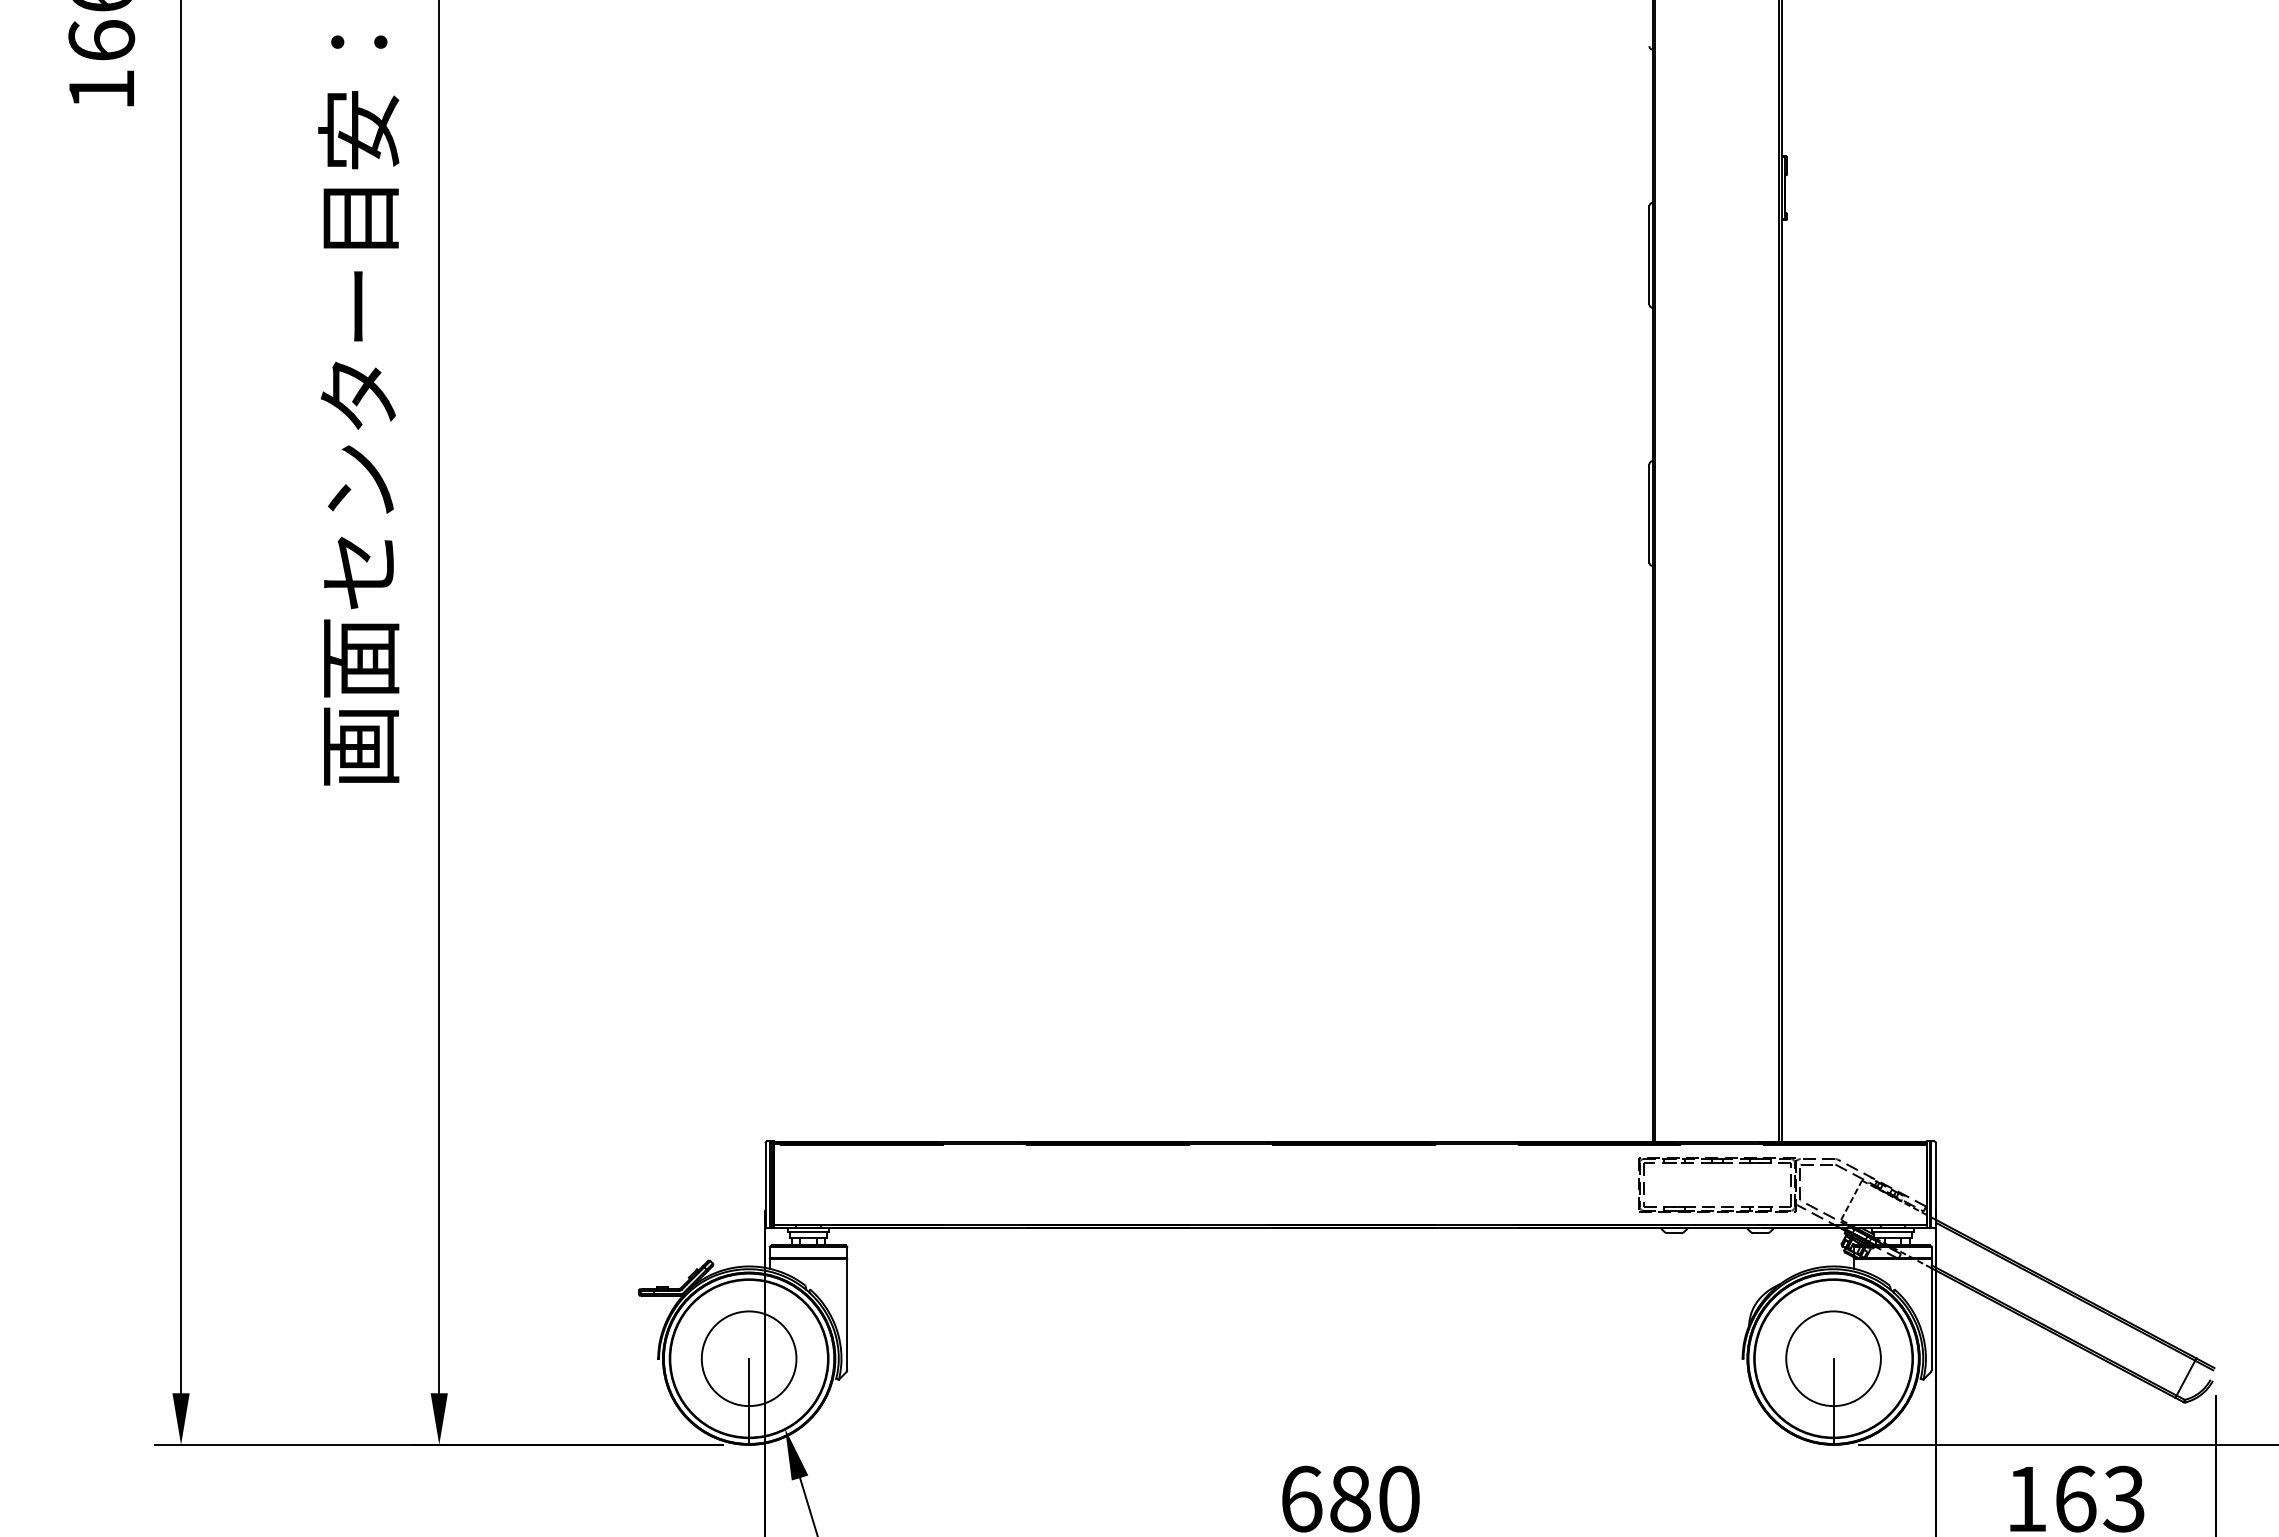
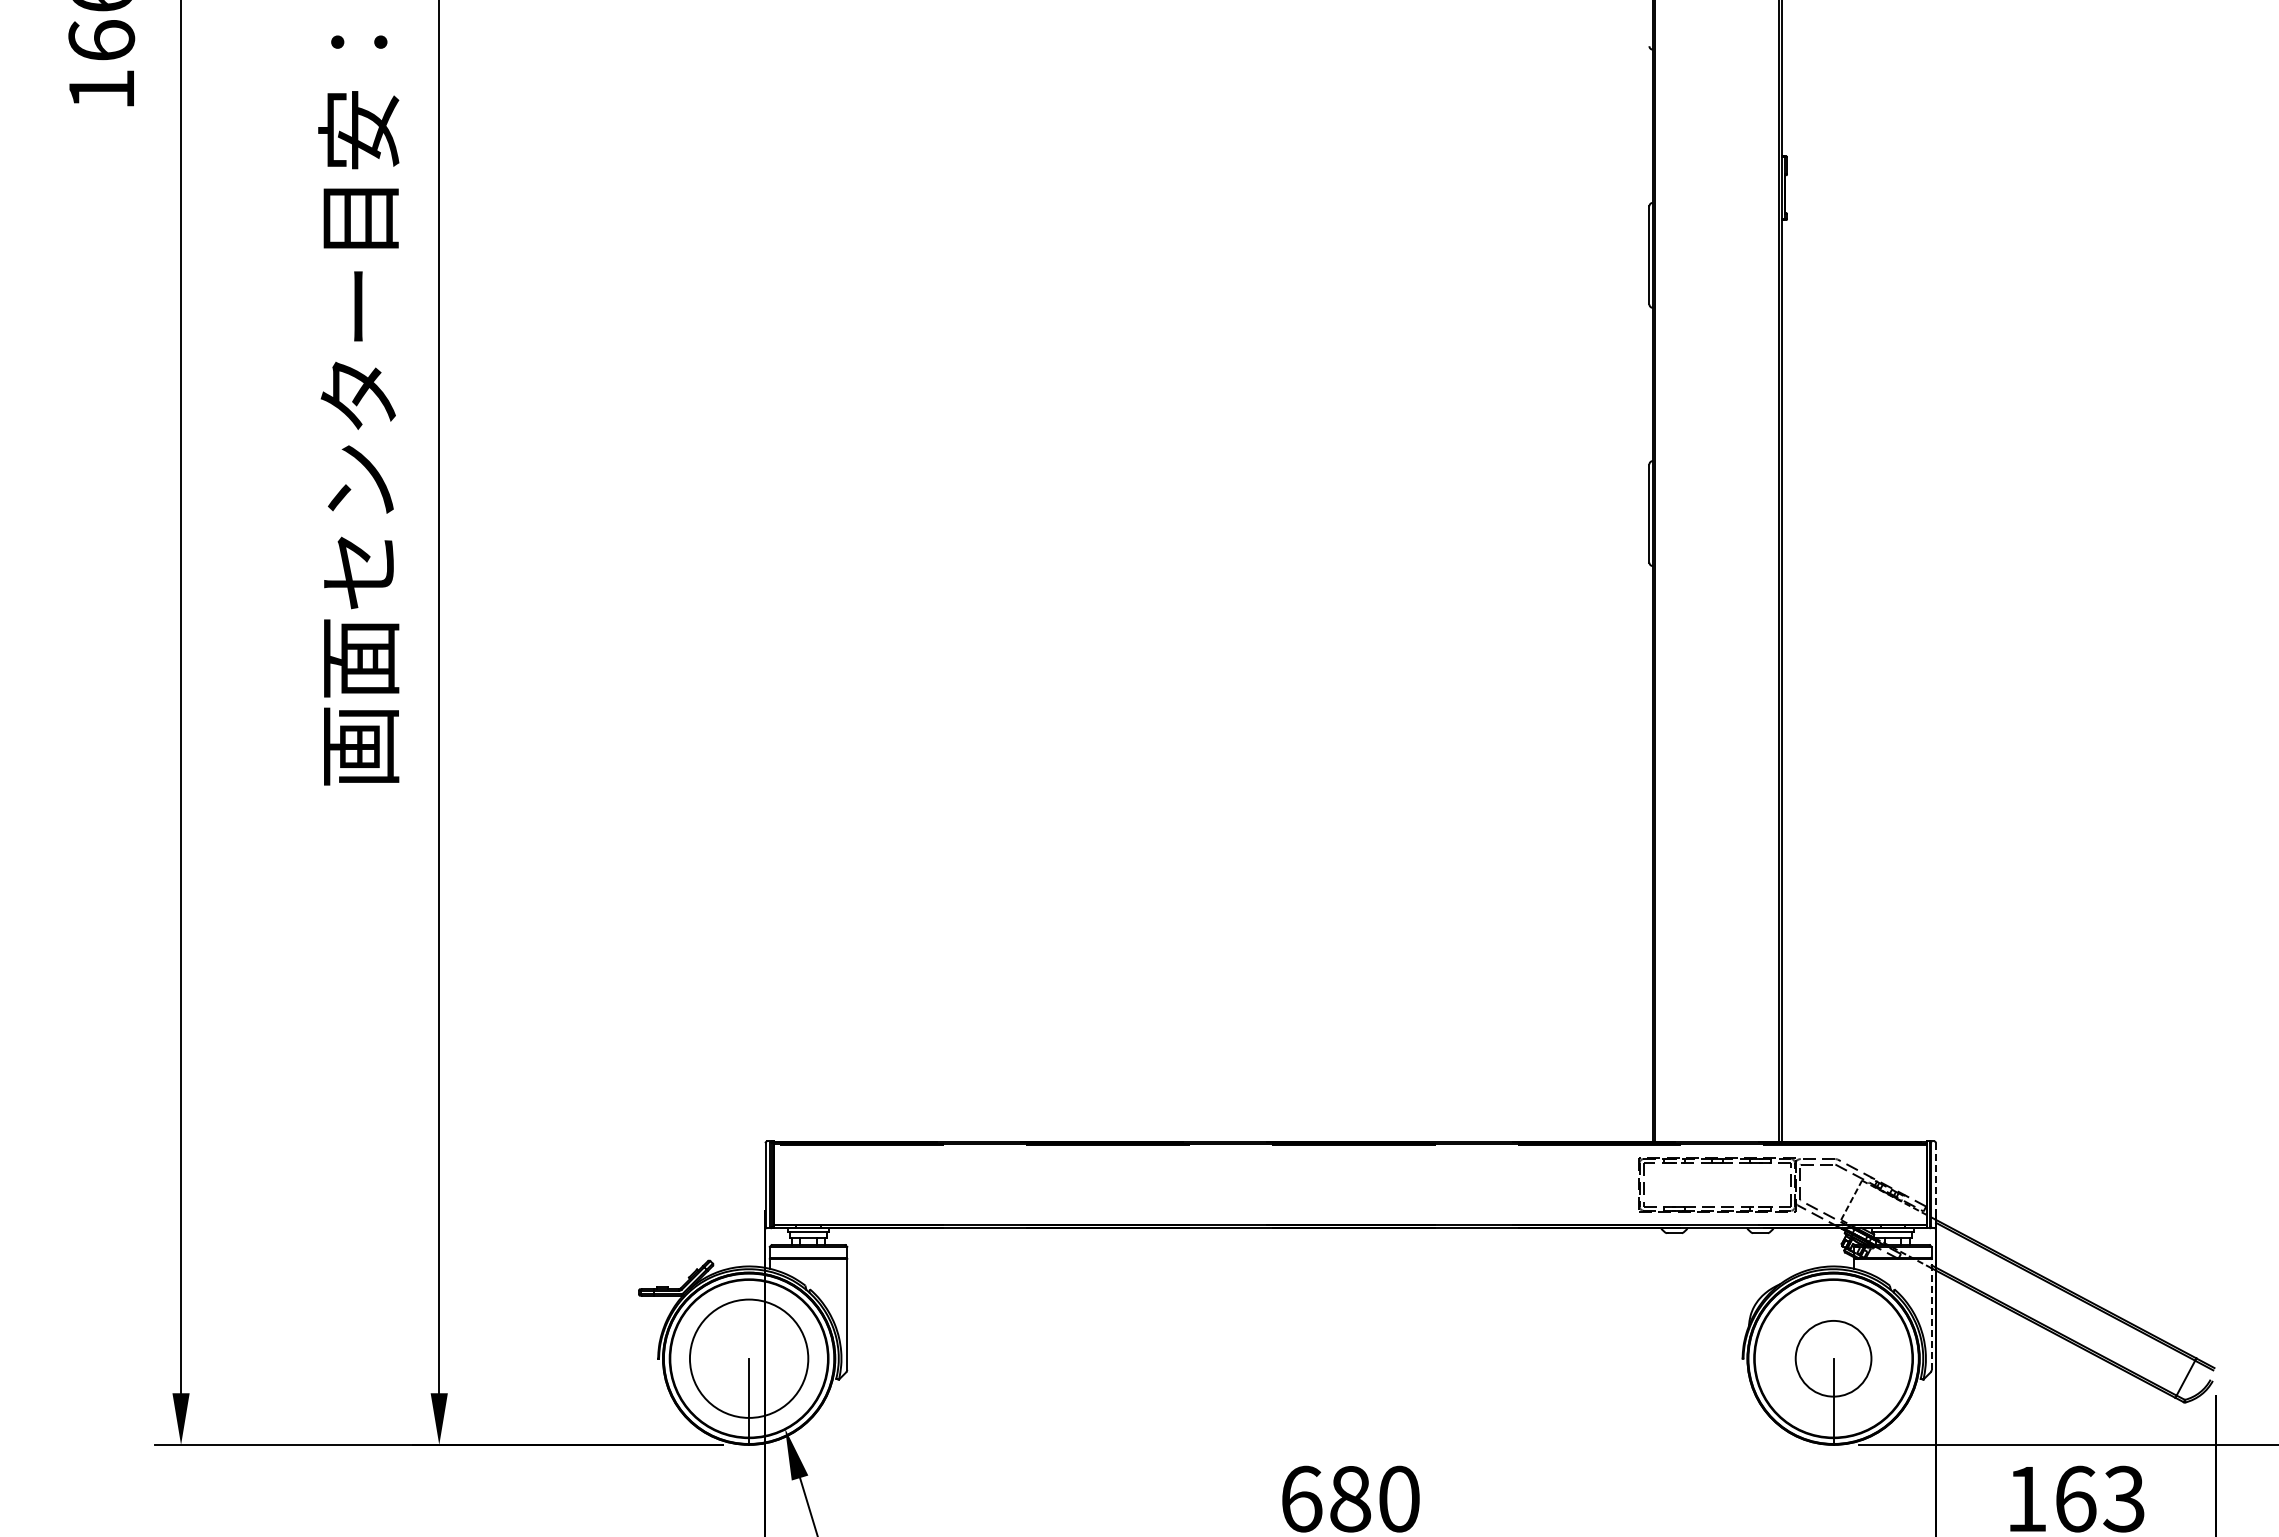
line at (1936, 1184): solid -> dashed
line at (1931, 1314): solid -> dashed
circle at (748, 1358) diameter: 95 px -> 118 px
circle at (1833, 1358) diameter: 95 px -> 76 px
